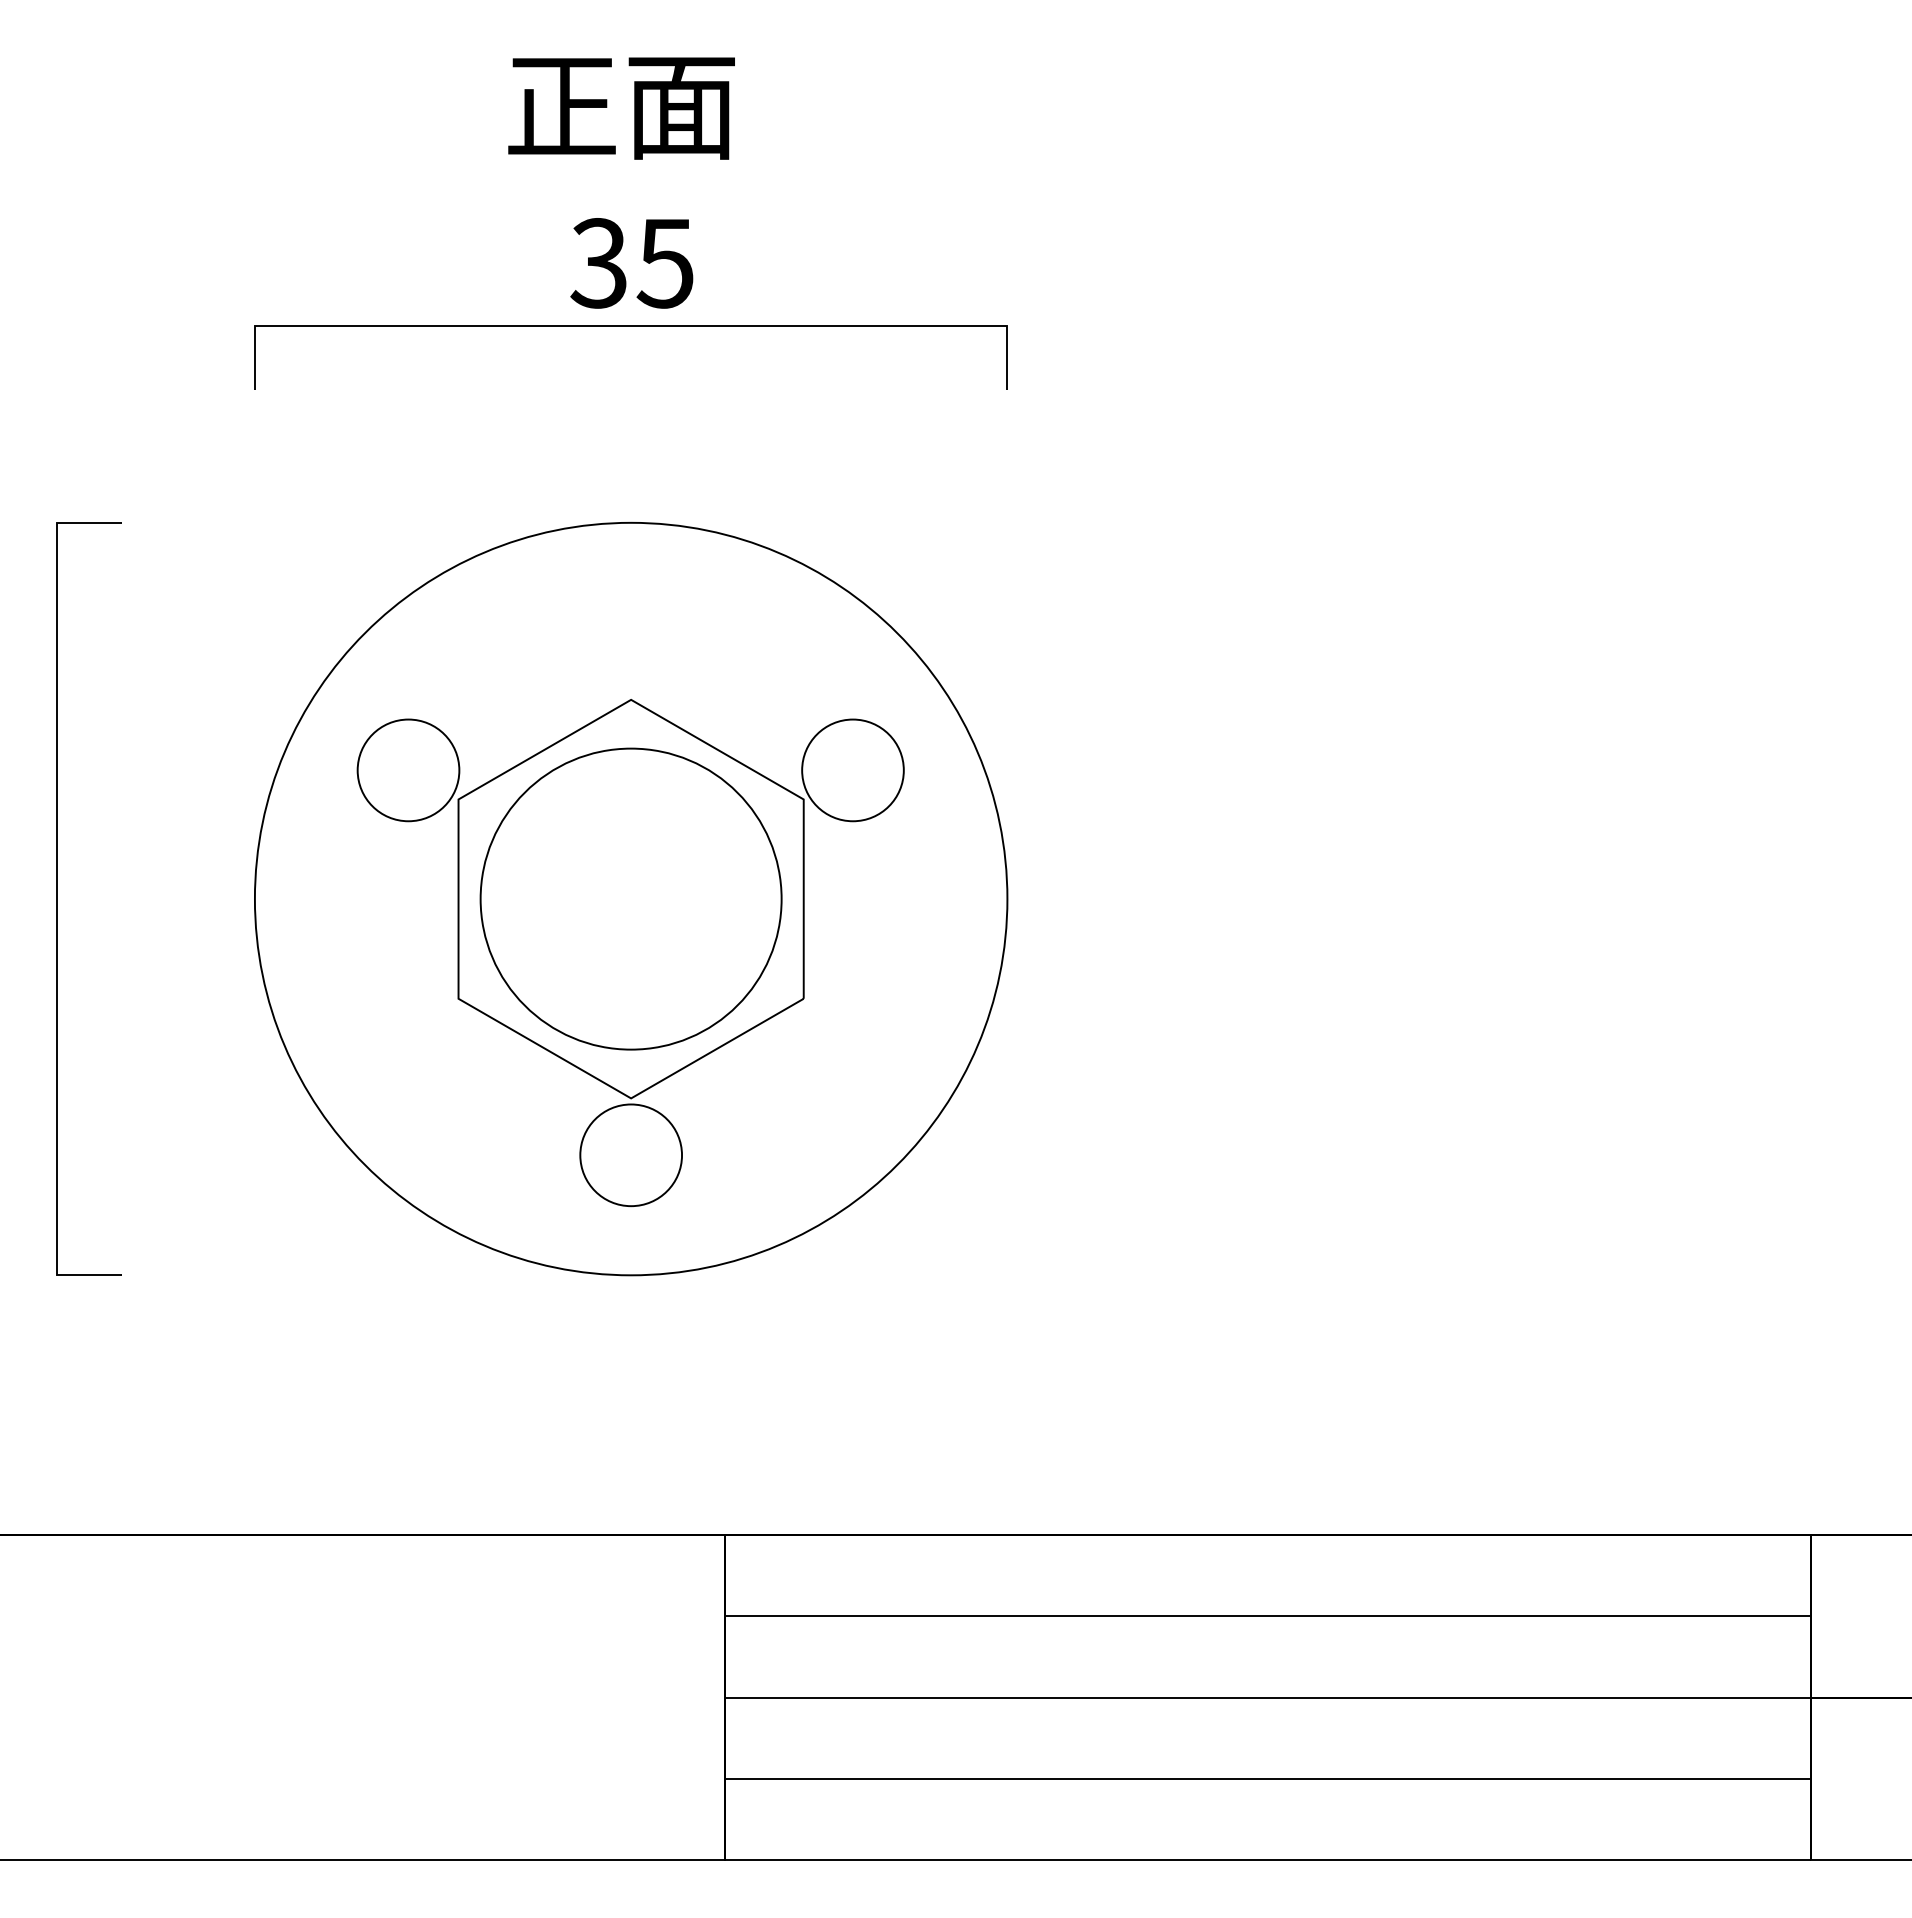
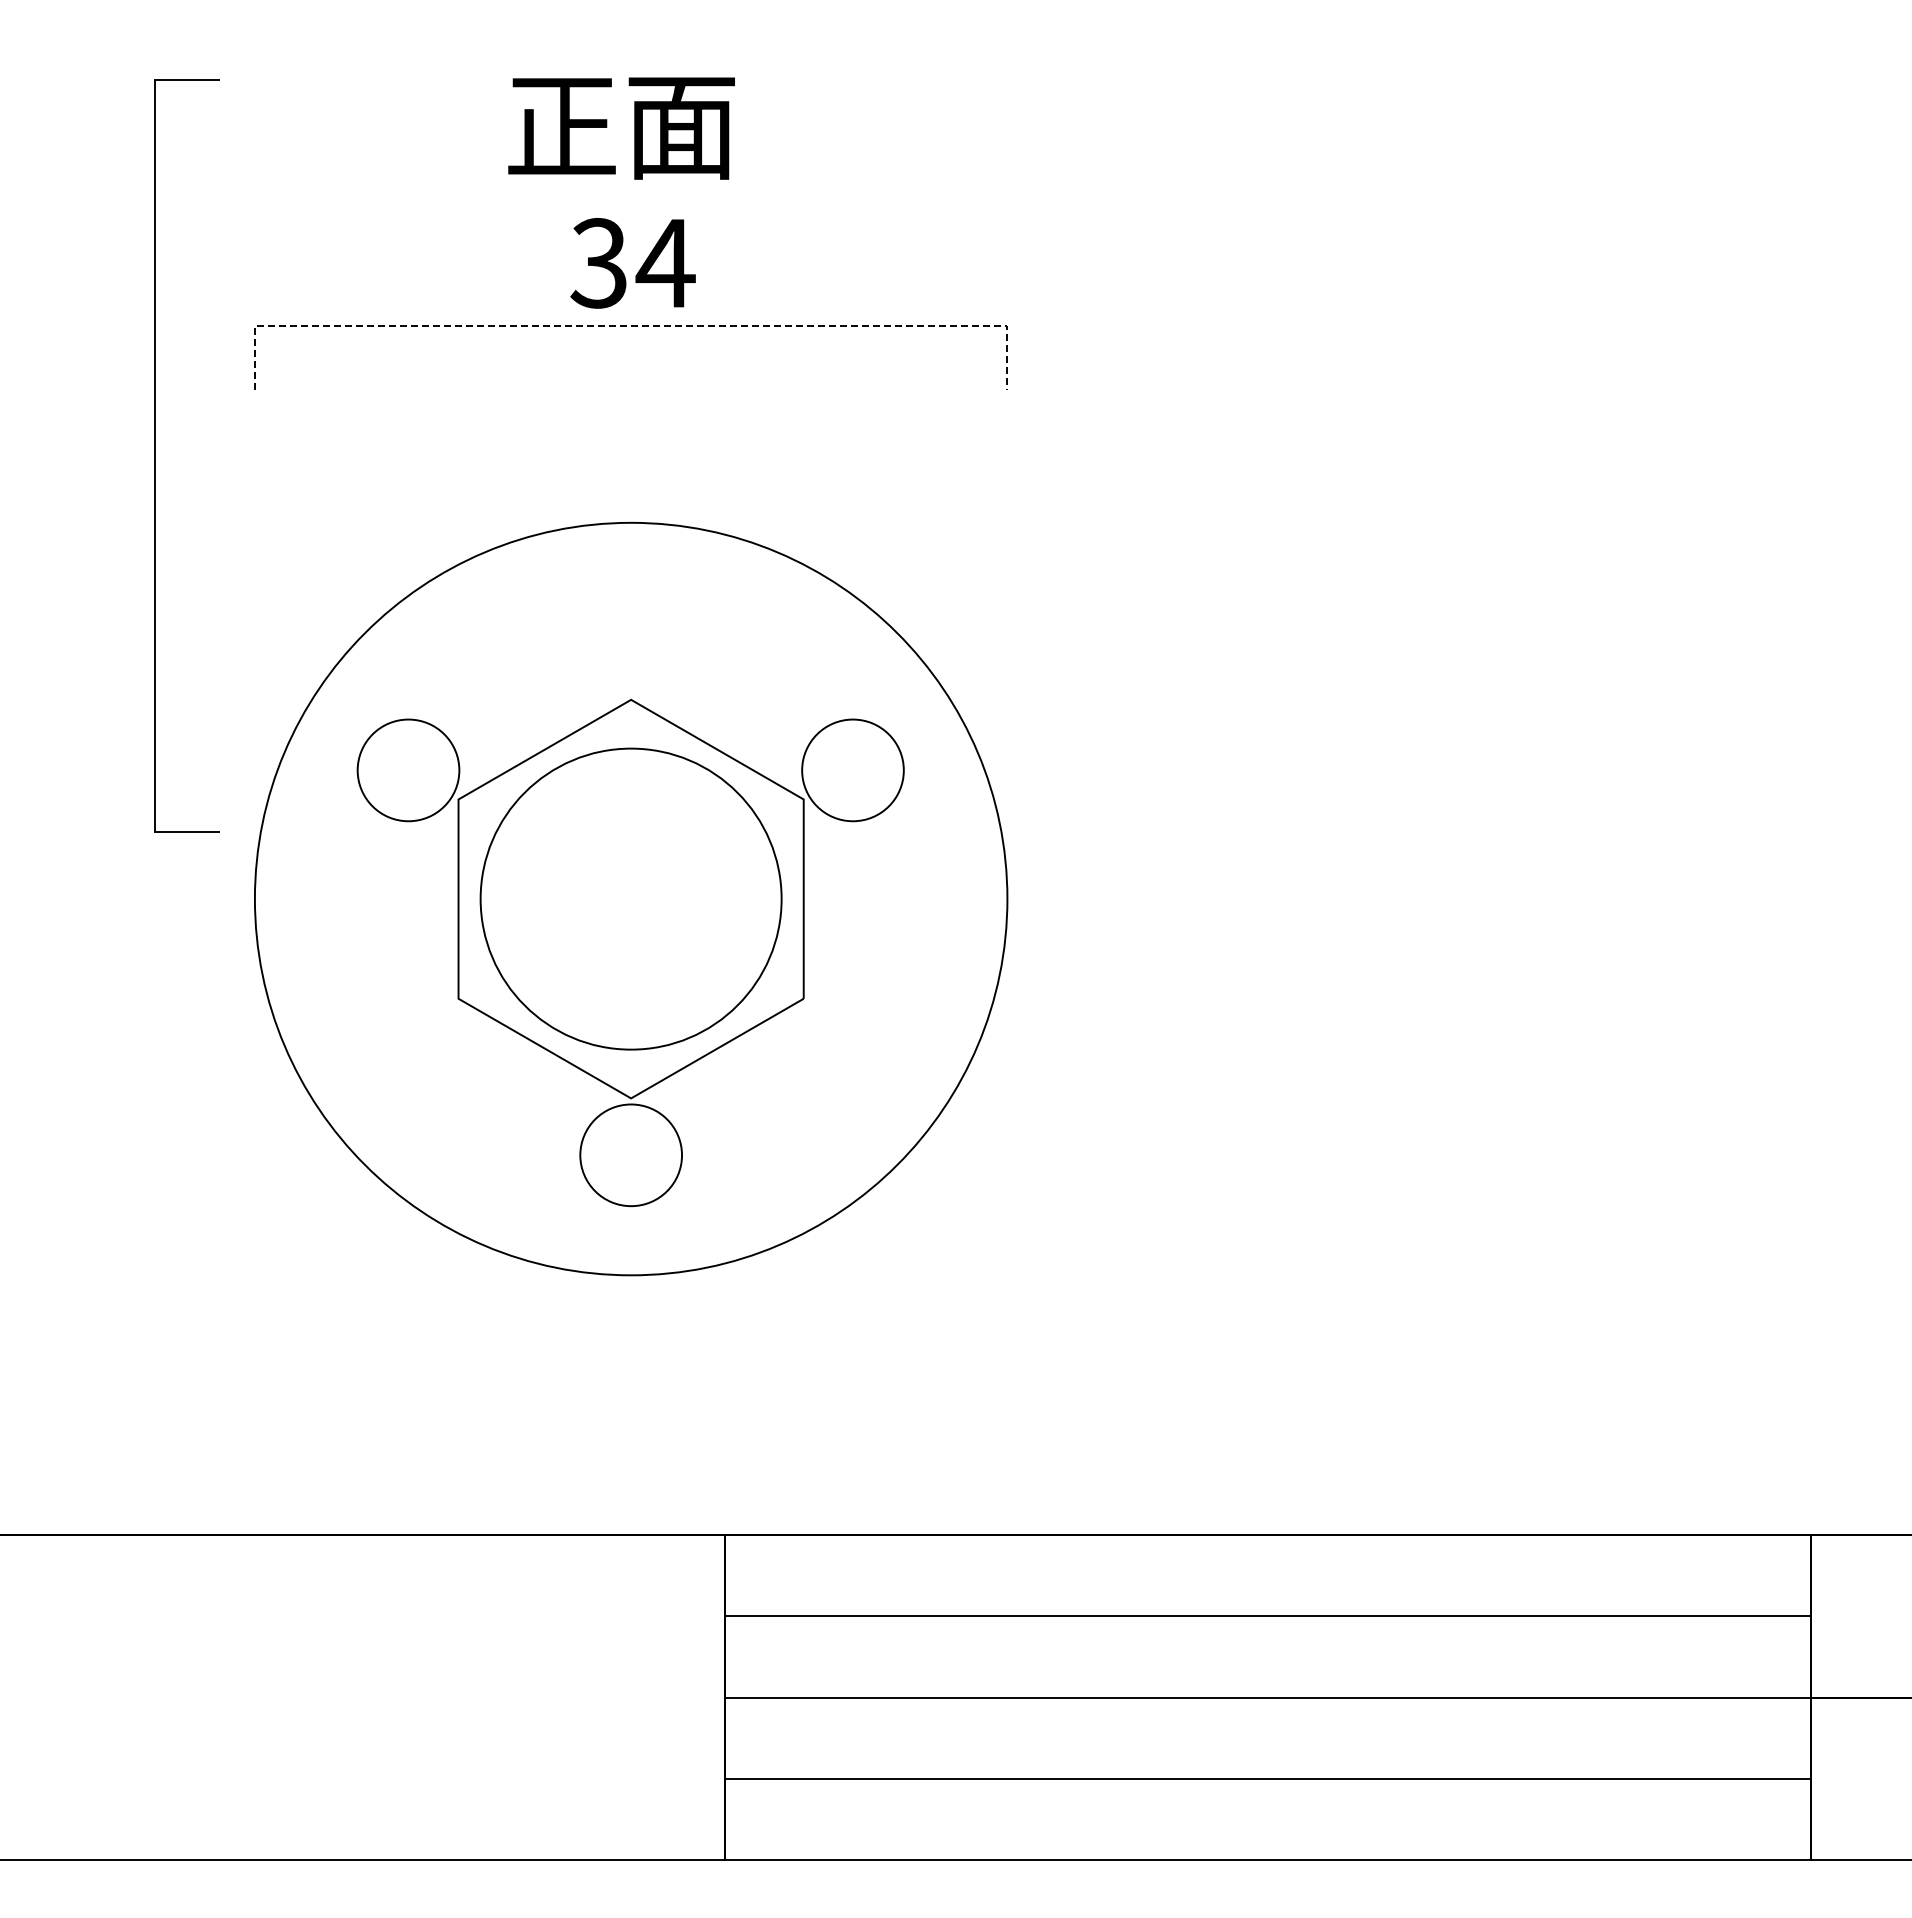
text at (621, 108) position: (621, 108) -> (621, 128)
text at (665, 263): 35 -> 34
line at (631, 325): solid -> dashed
line at (57, 898) position: (57, 898) -> (155, 455)
